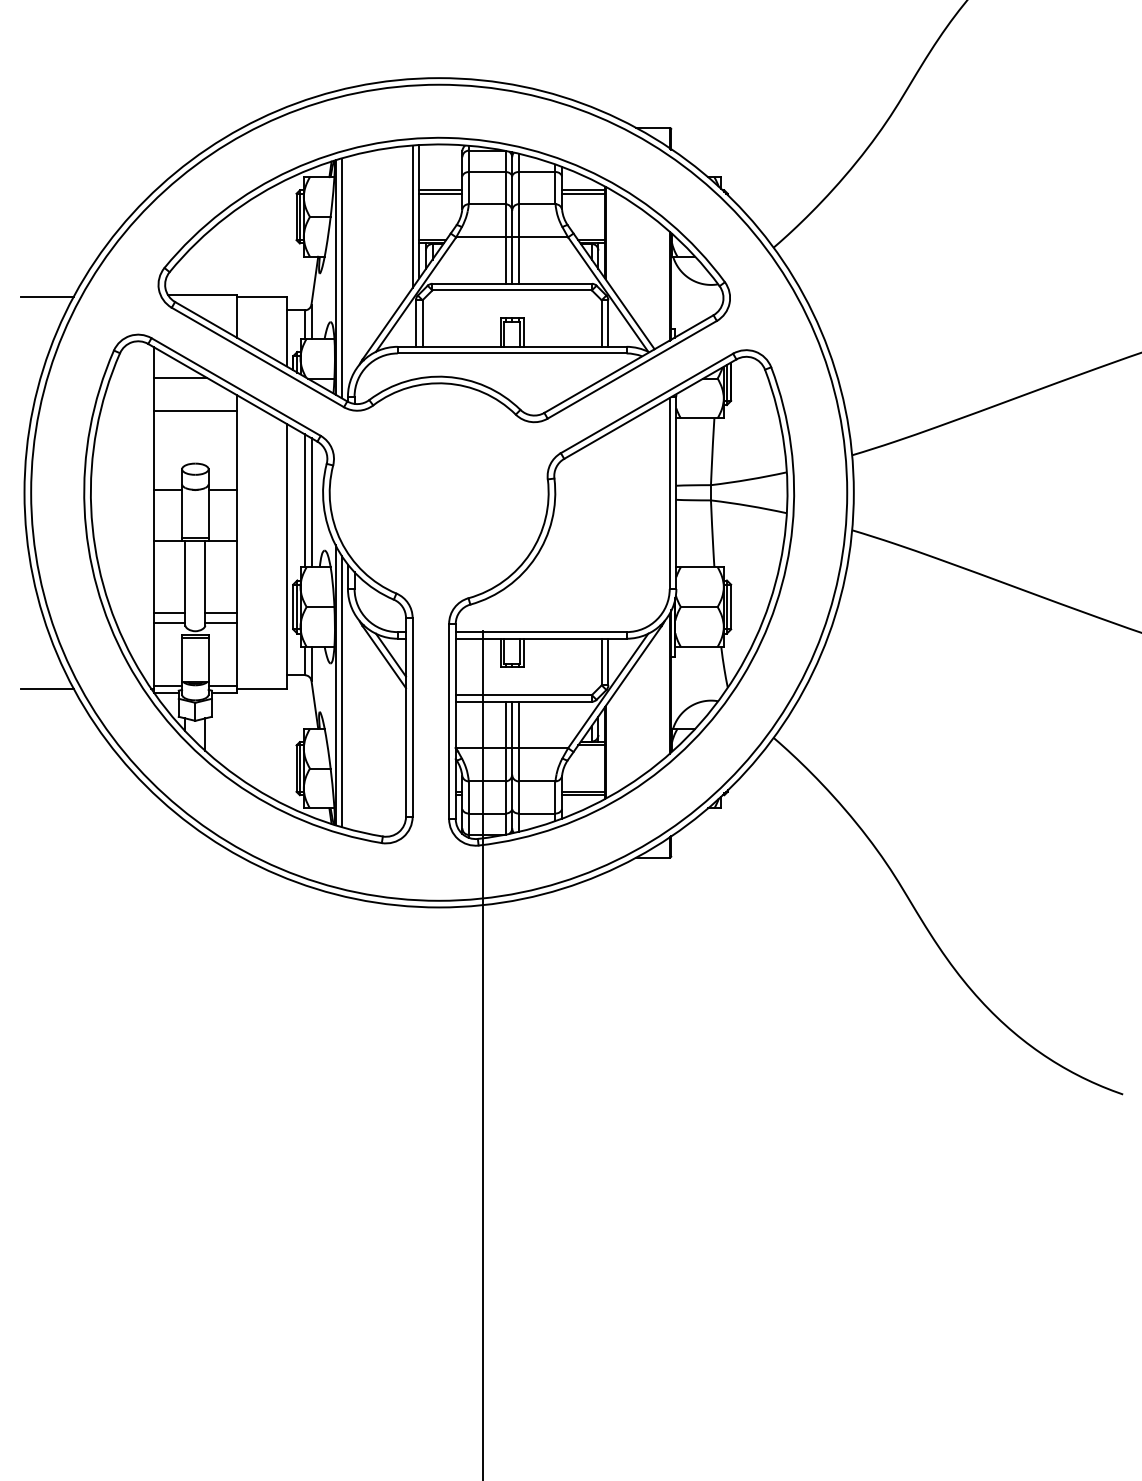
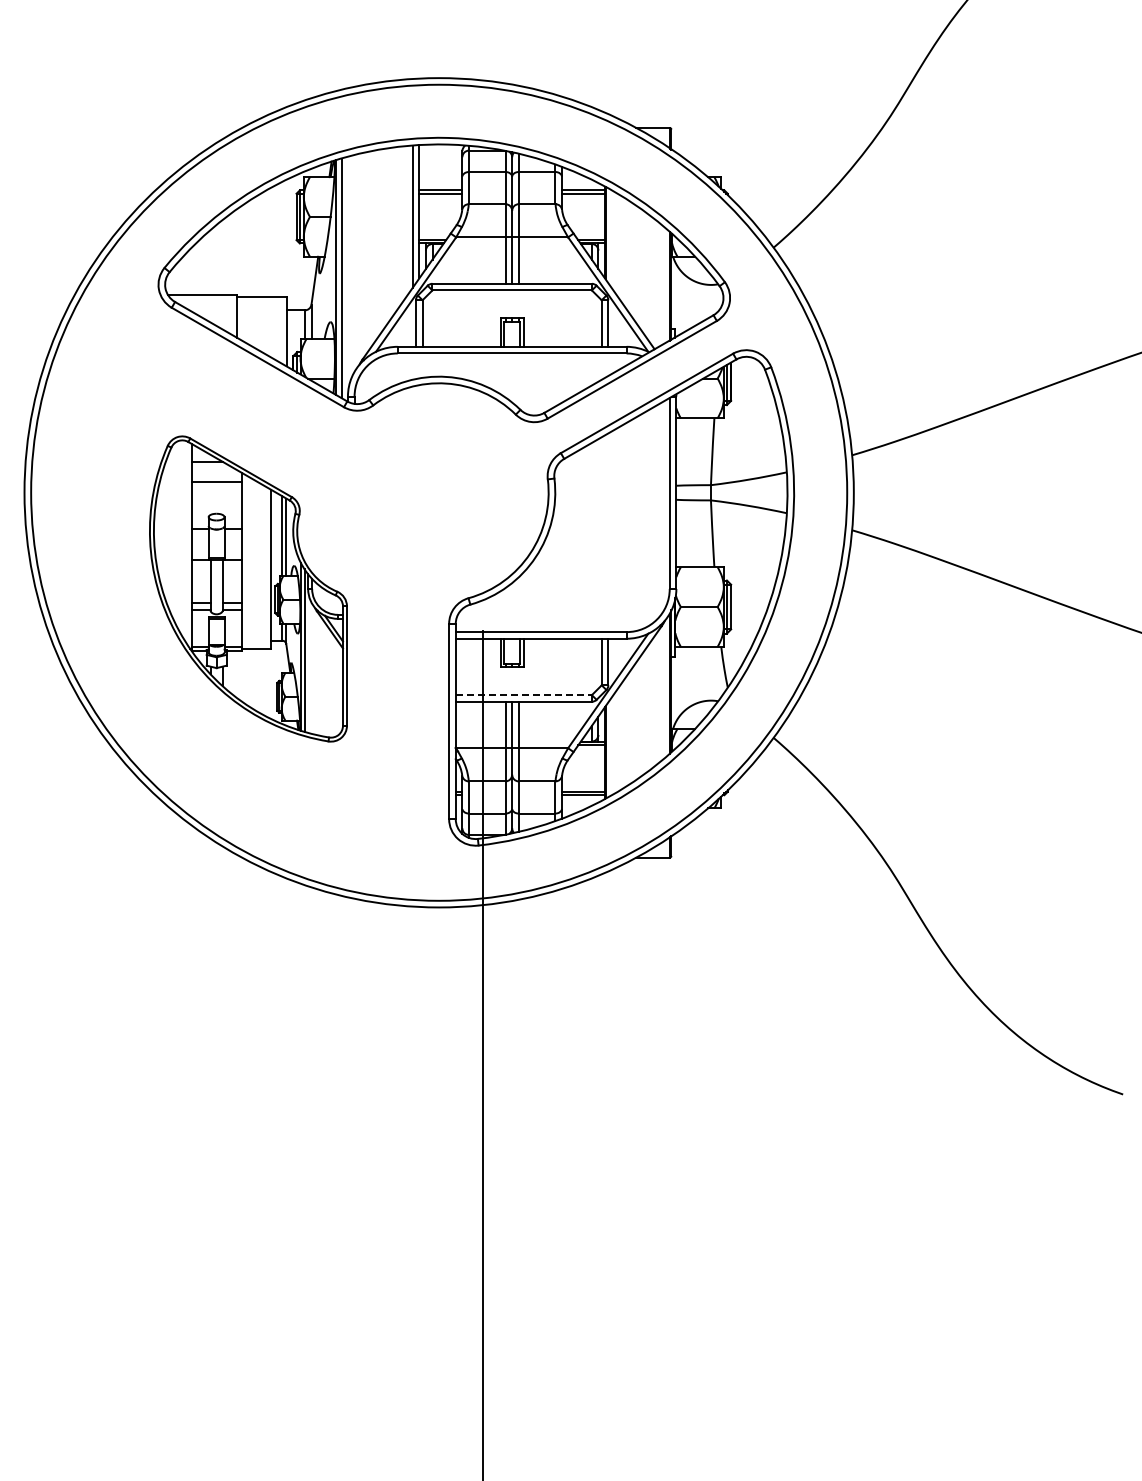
line at (47, 297): present -> none
part at (248, 588) size: 331x512 px -> 199x308 px
line at (47, 688): present -> none
line at (524, 695): solid -> dashed
